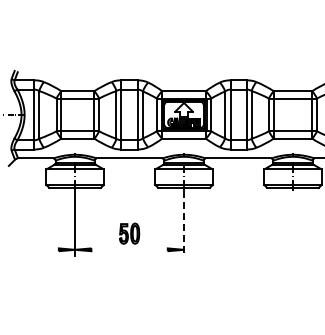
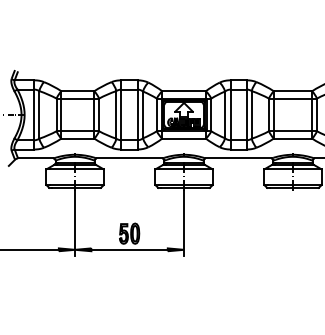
line at (184, 223): dashed -> solid
line at (30, 249): none -> present
line at (129, 249): none -> present
